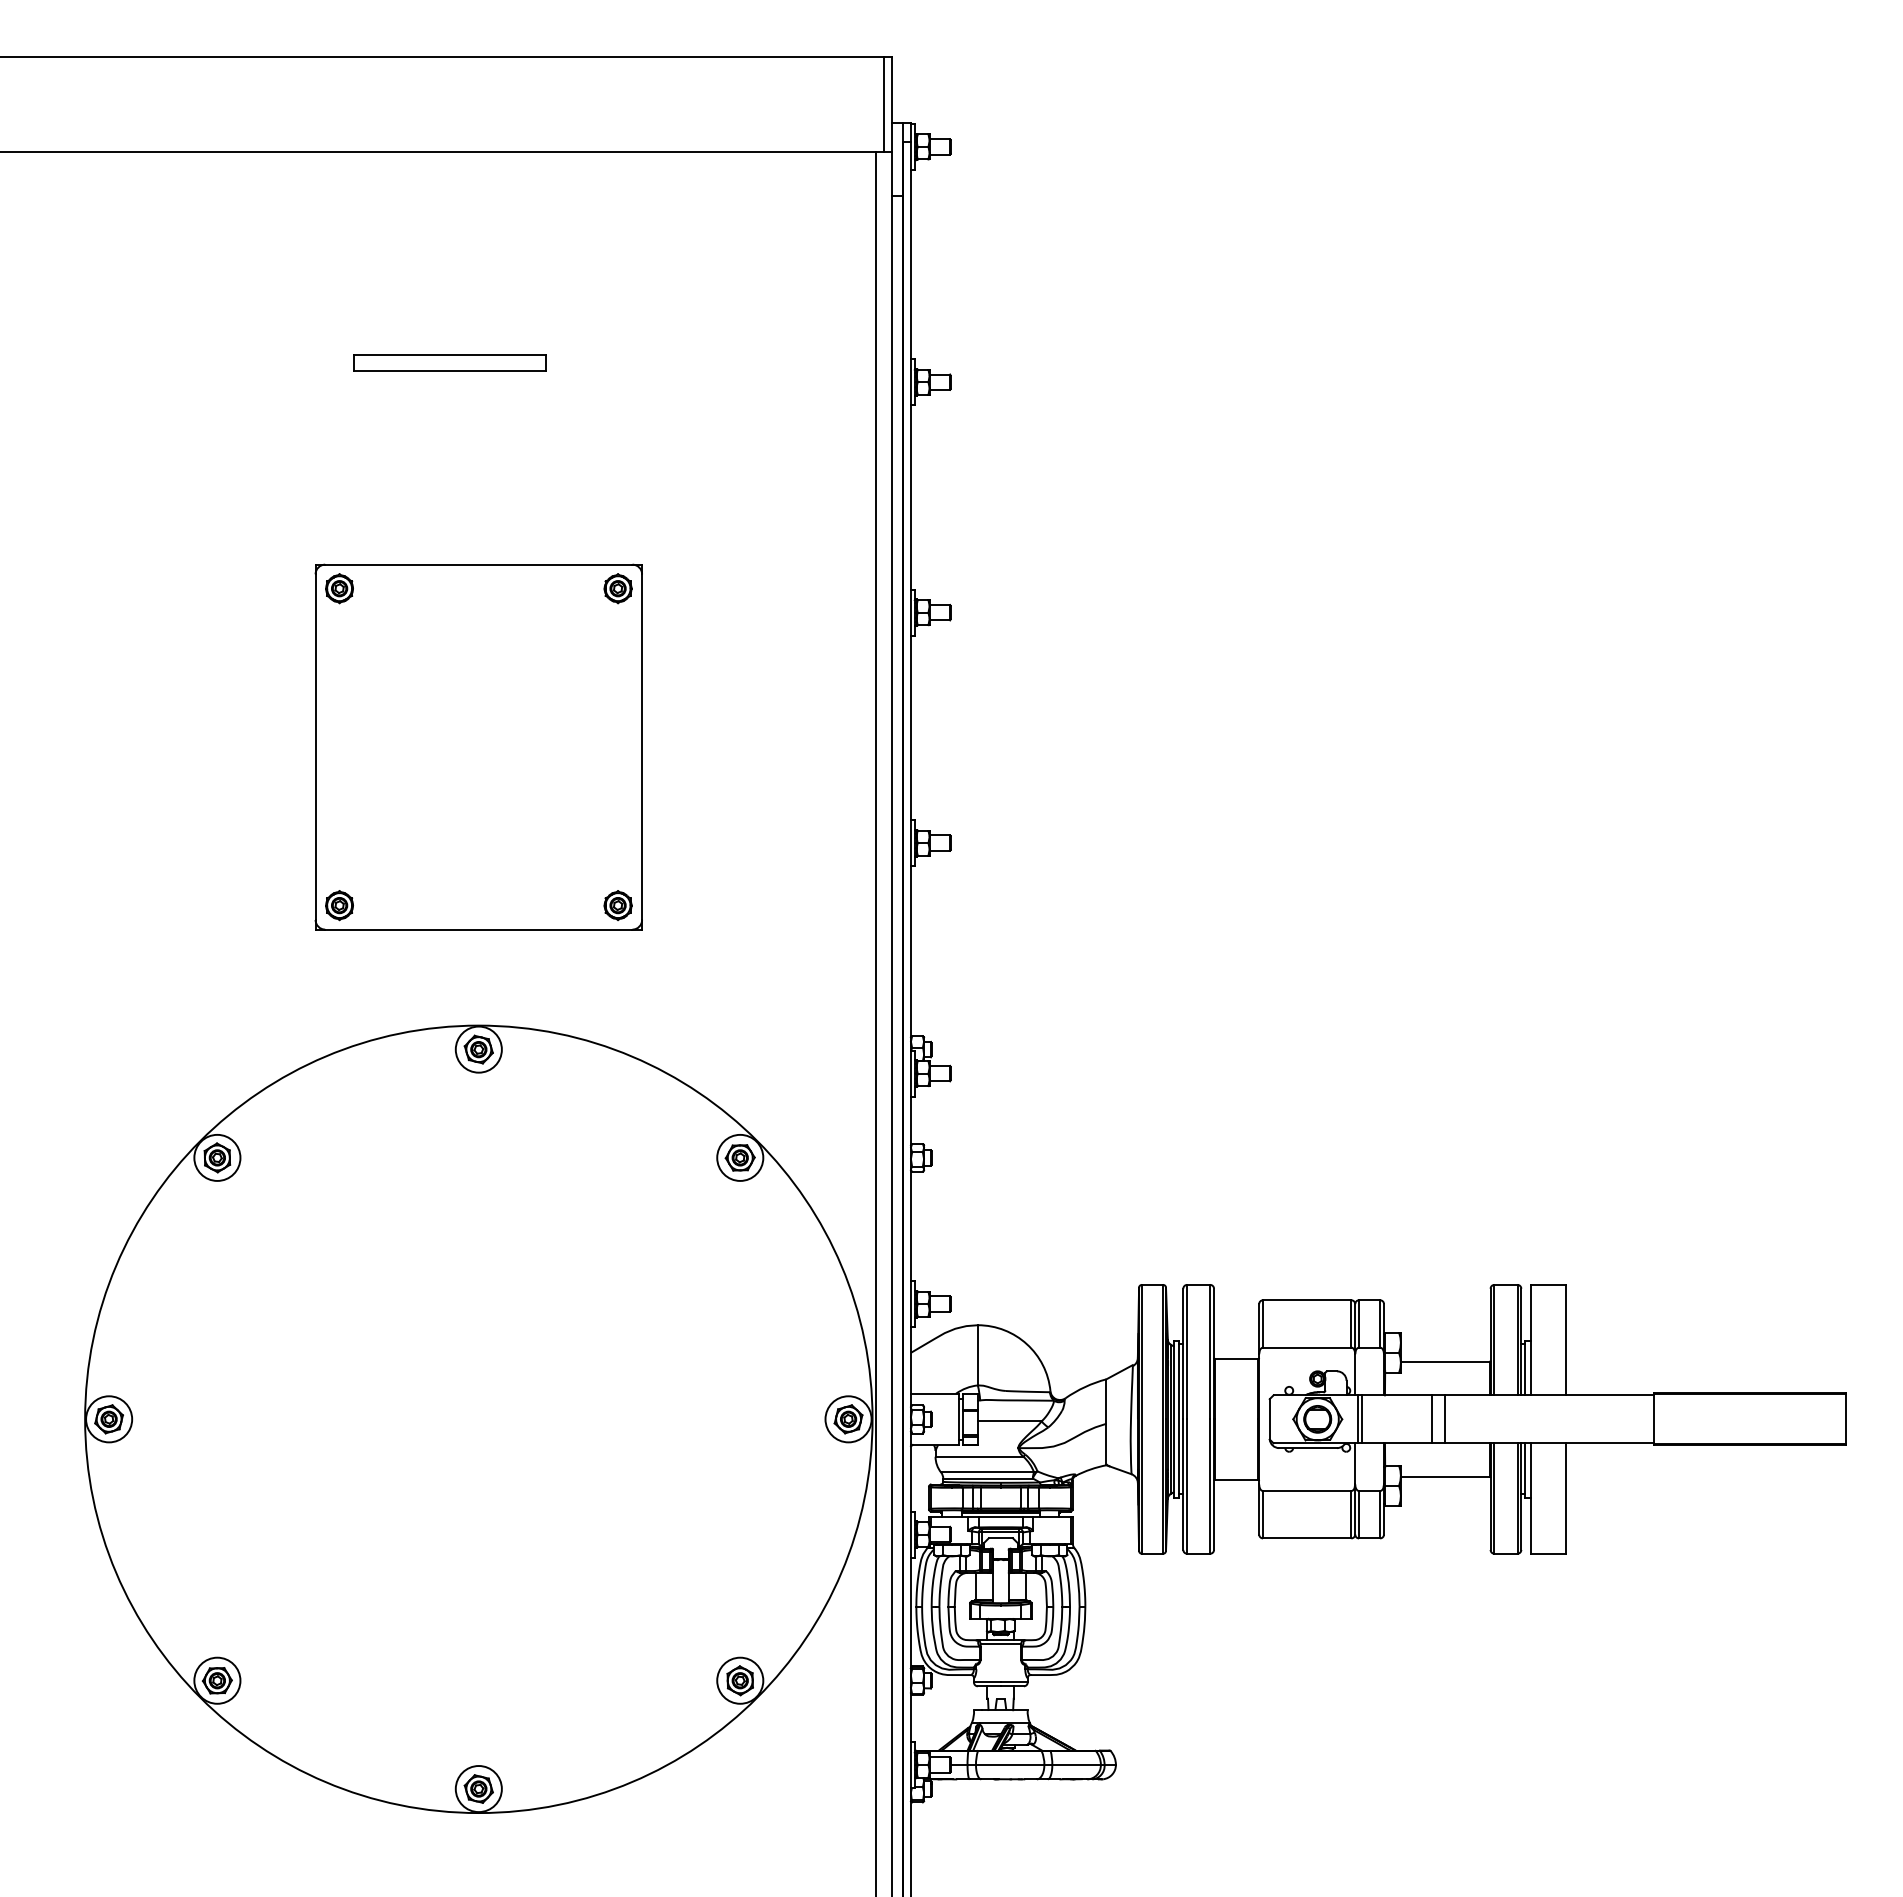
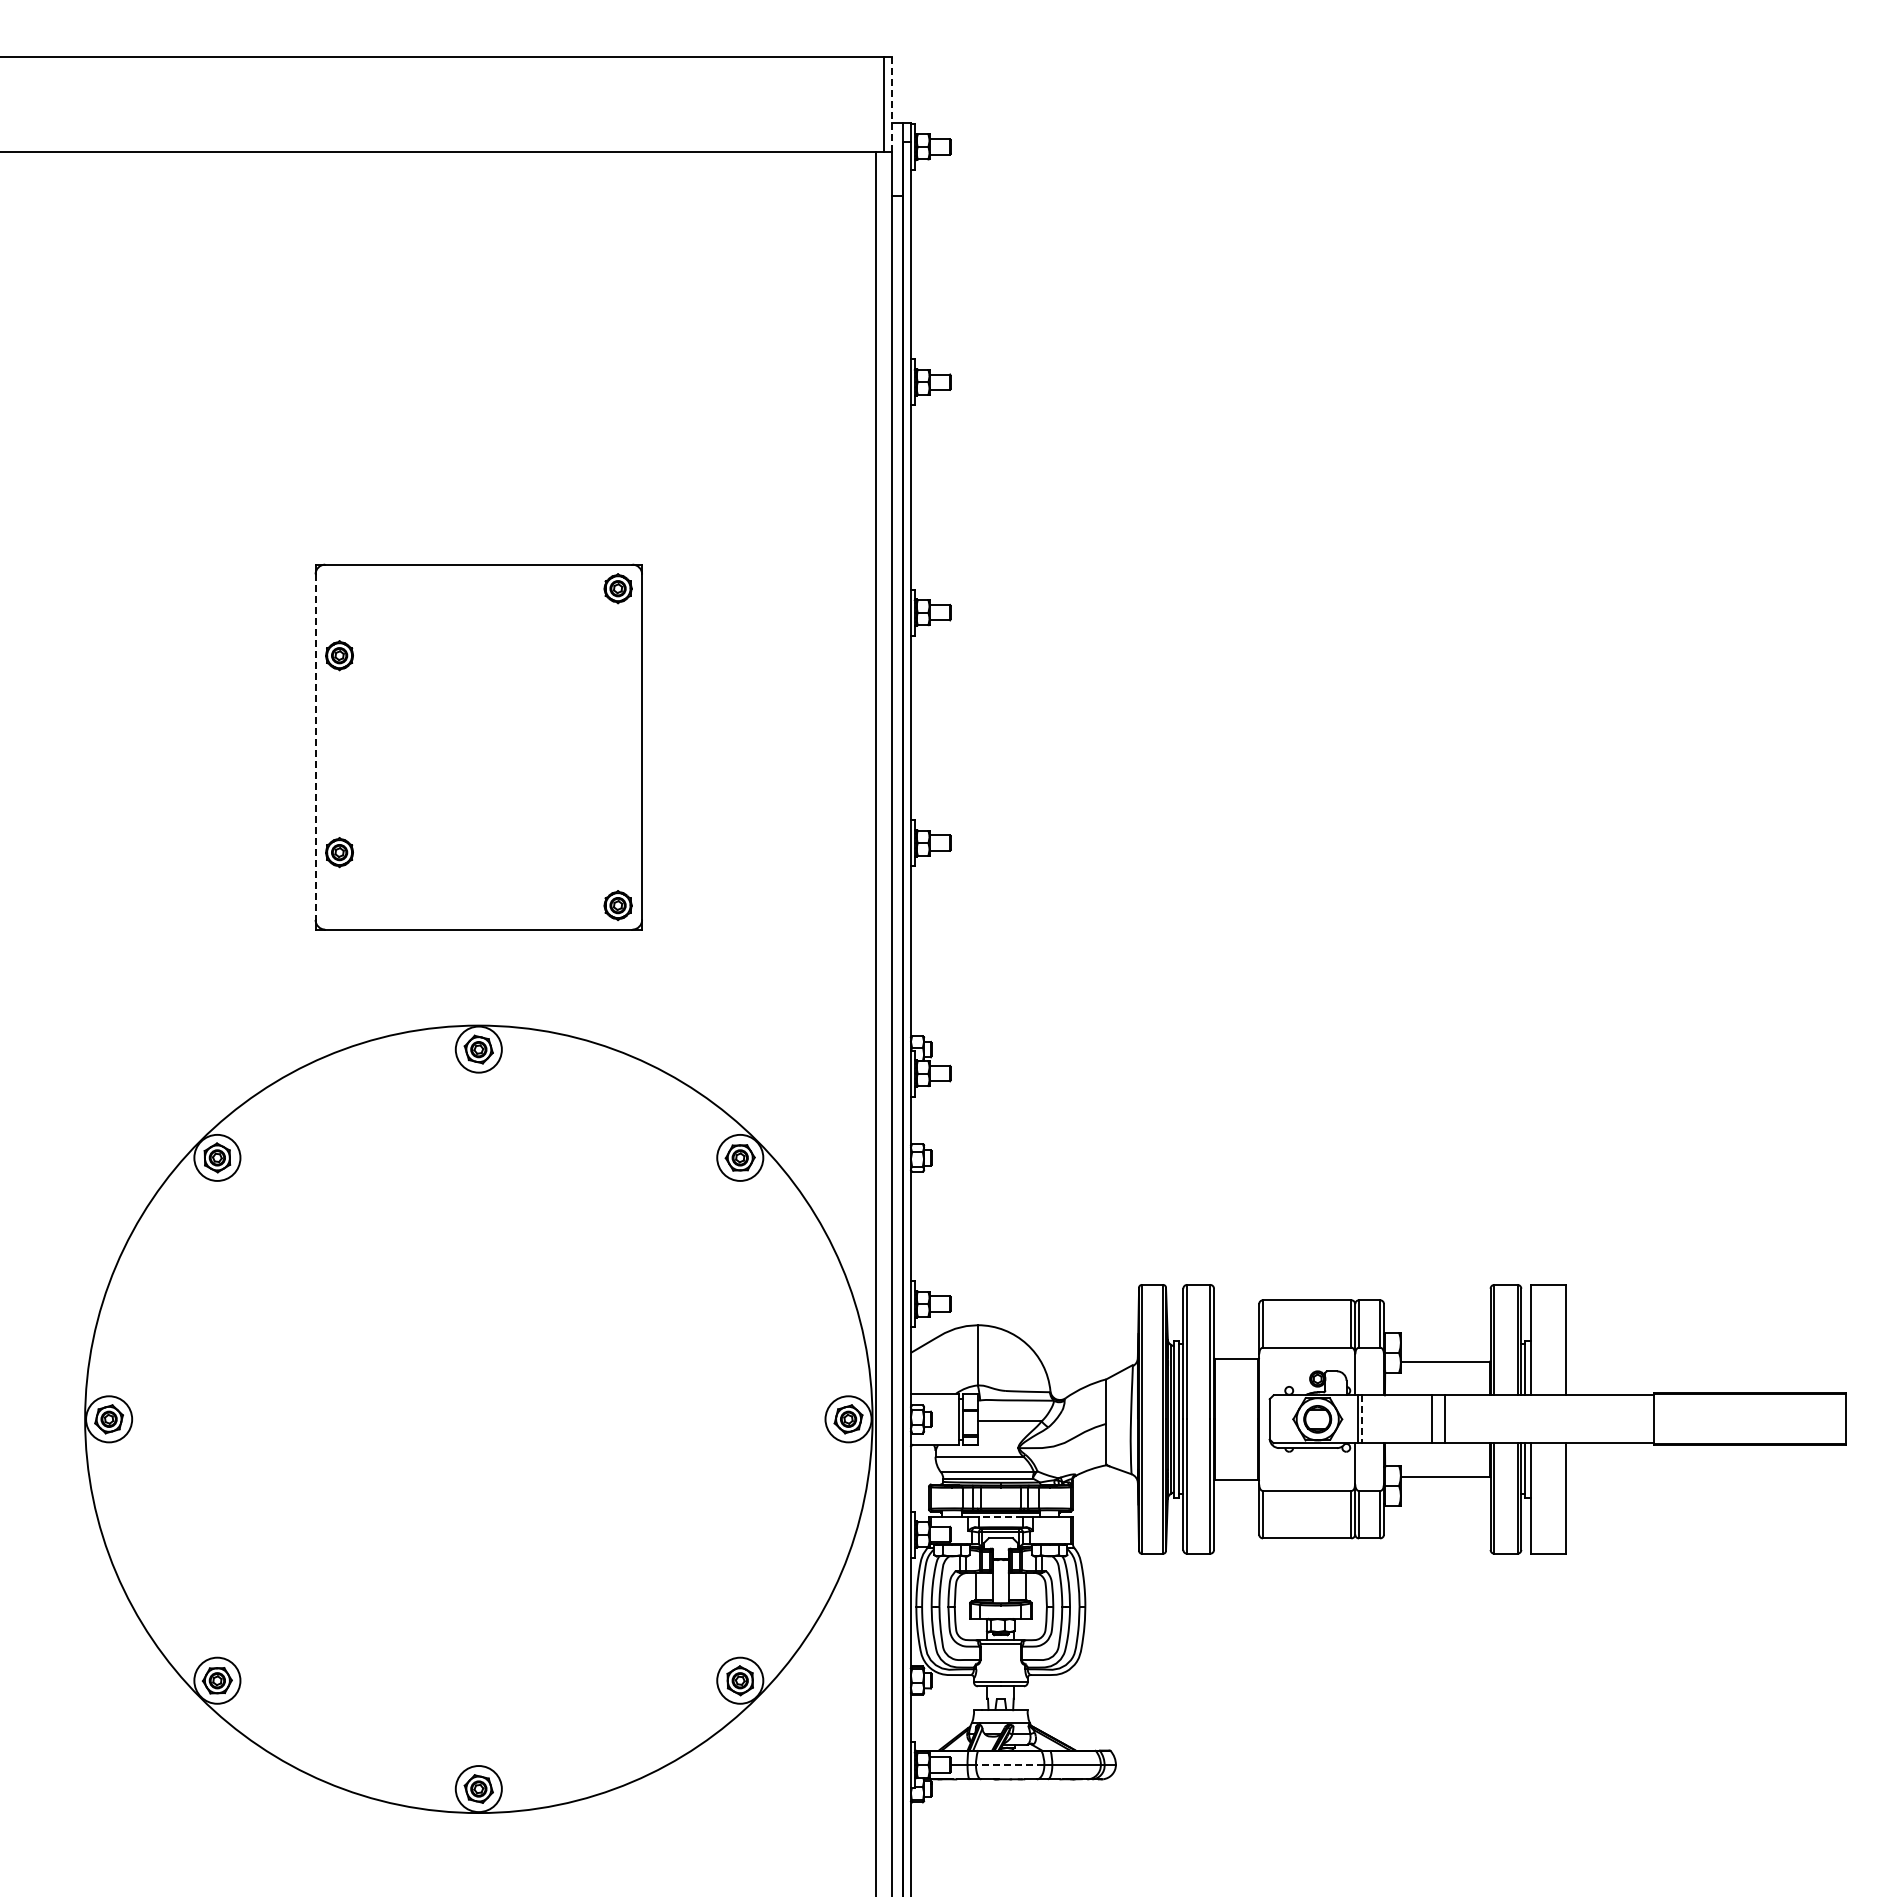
line at (891, 104): solid -> dashed
part at (449, 362): present -> none
part at (339, 588) position: (339, 588) -> (339, 655)
line at (315, 747): solid -> dashed
part at (339, 905) position: (339, 905) -> (339, 852)
line at (1362, 1419): solid -> dashed
line at (1000, 1517): solid -> dashed
line at (1009, 1765): solid -> dashed
